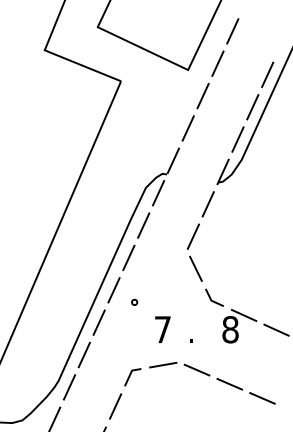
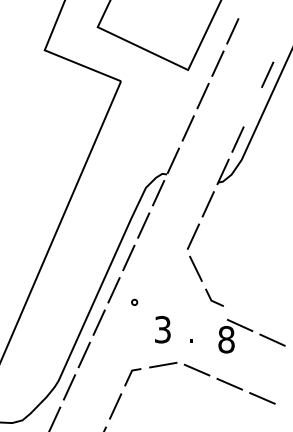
line at (252, 107): present -> none
part at (255, 325) position: (255, 325) -> (251, 335)
text at (162, 329): 7 -> 3
